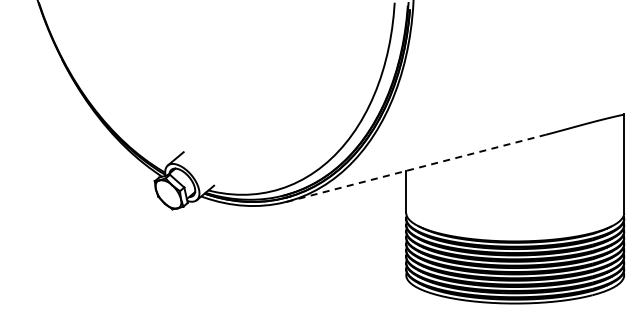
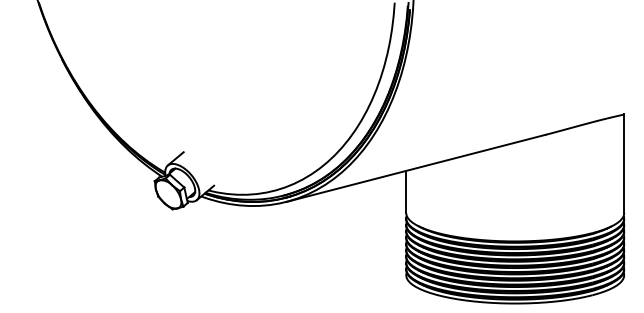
line at (416, 168): dashed -> solid
